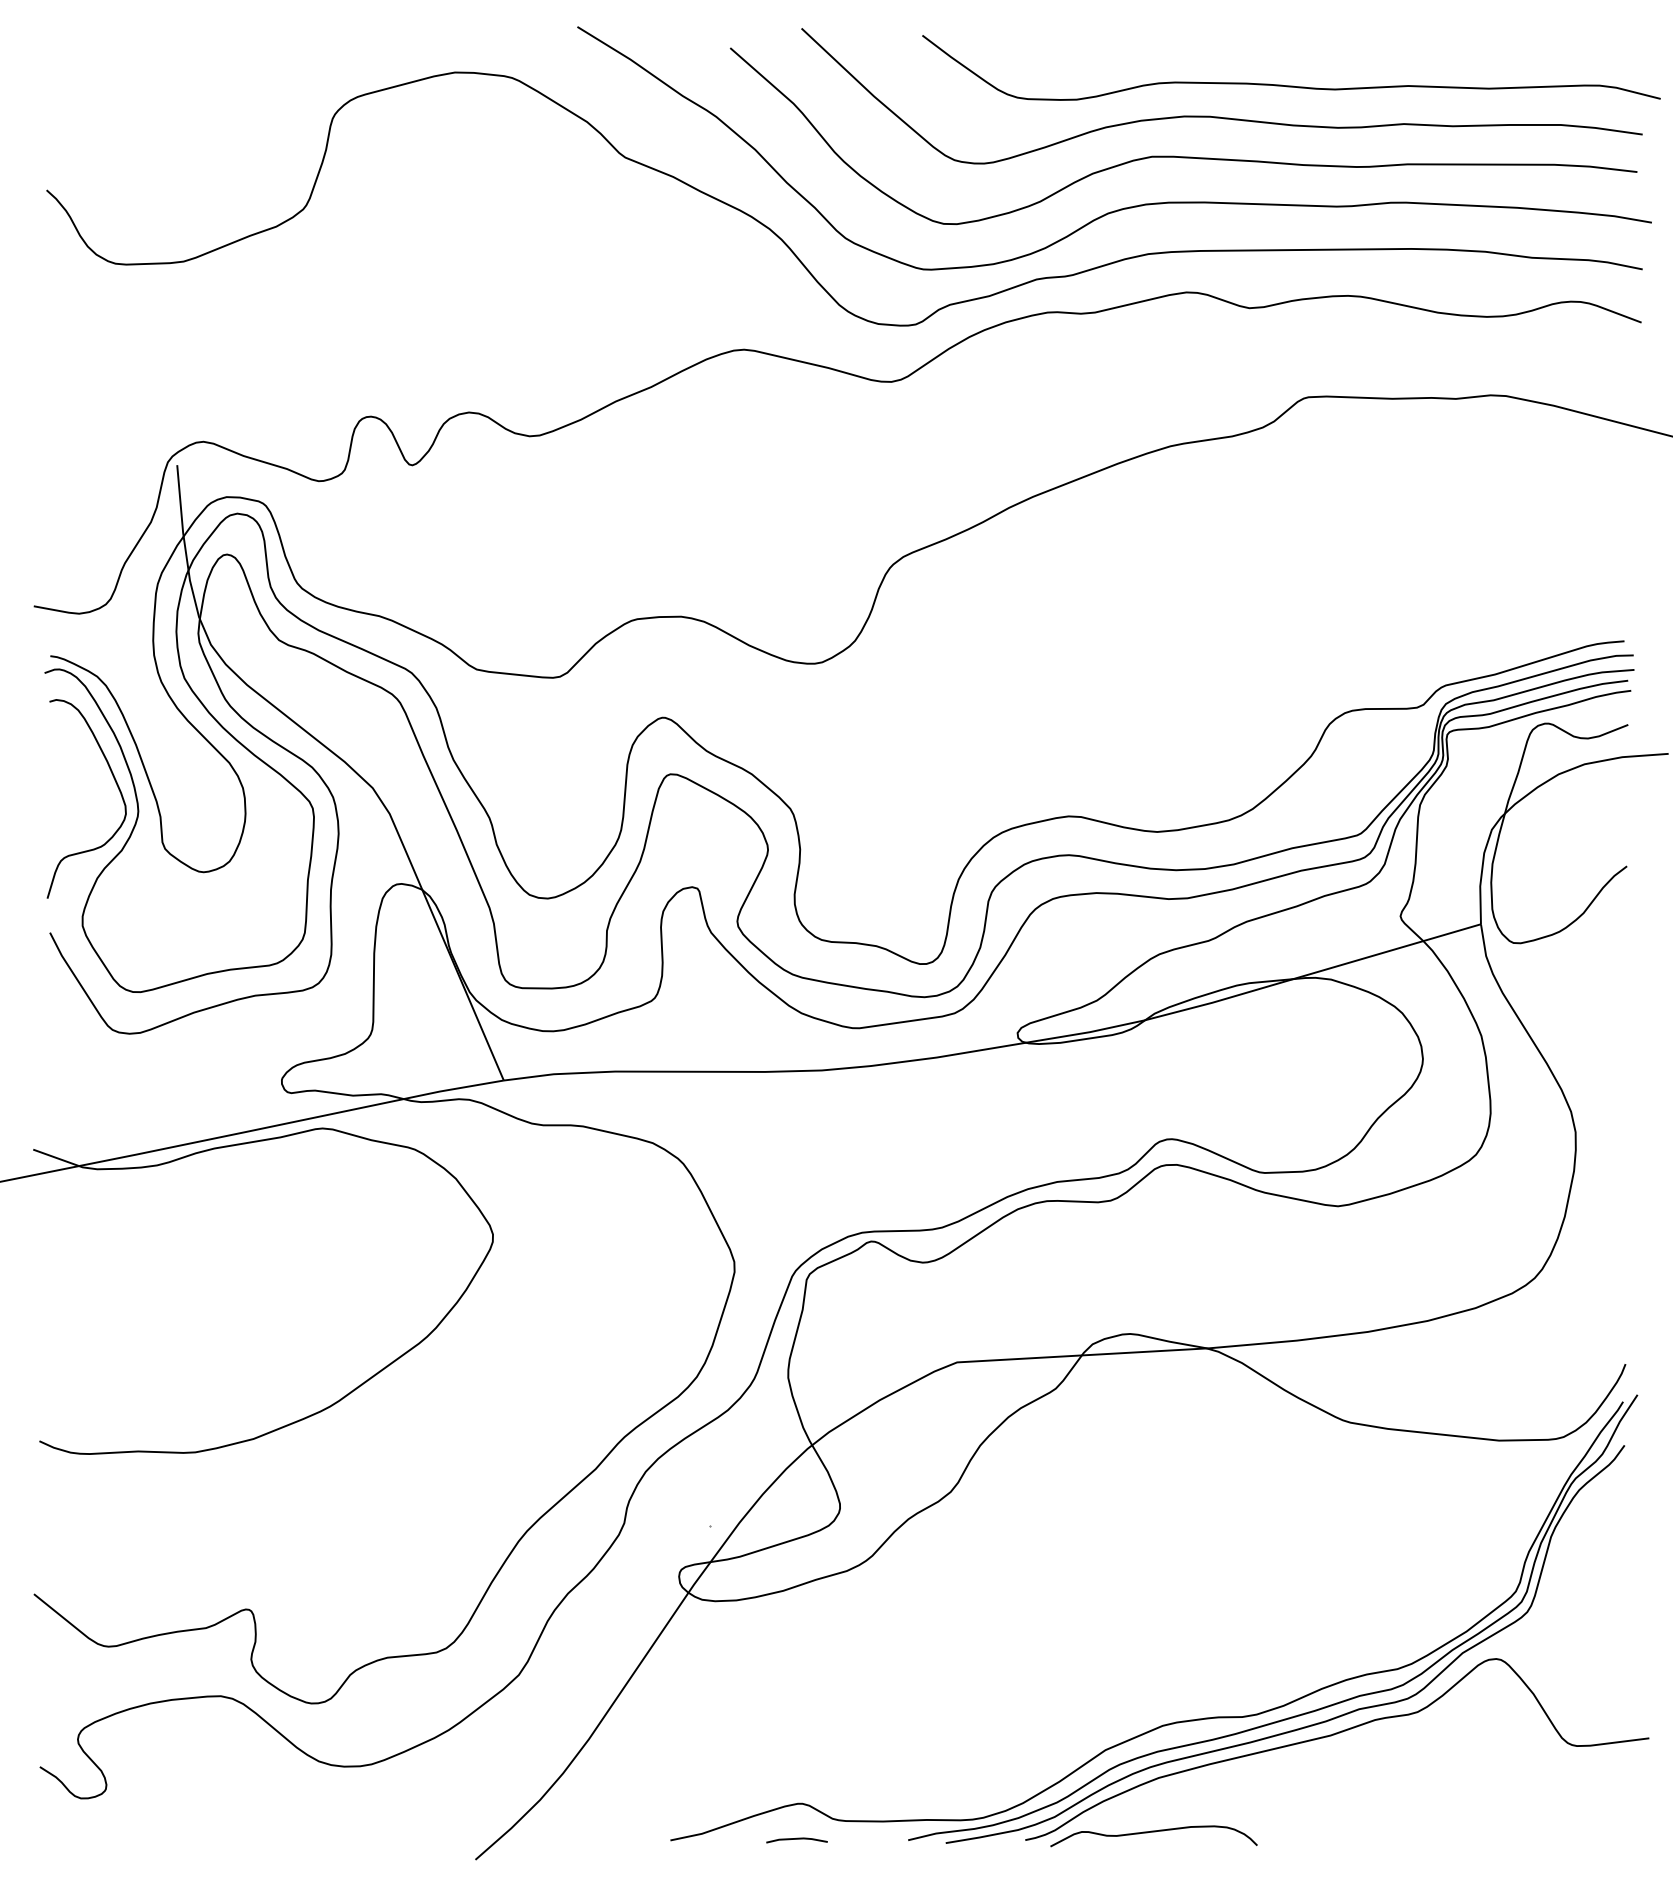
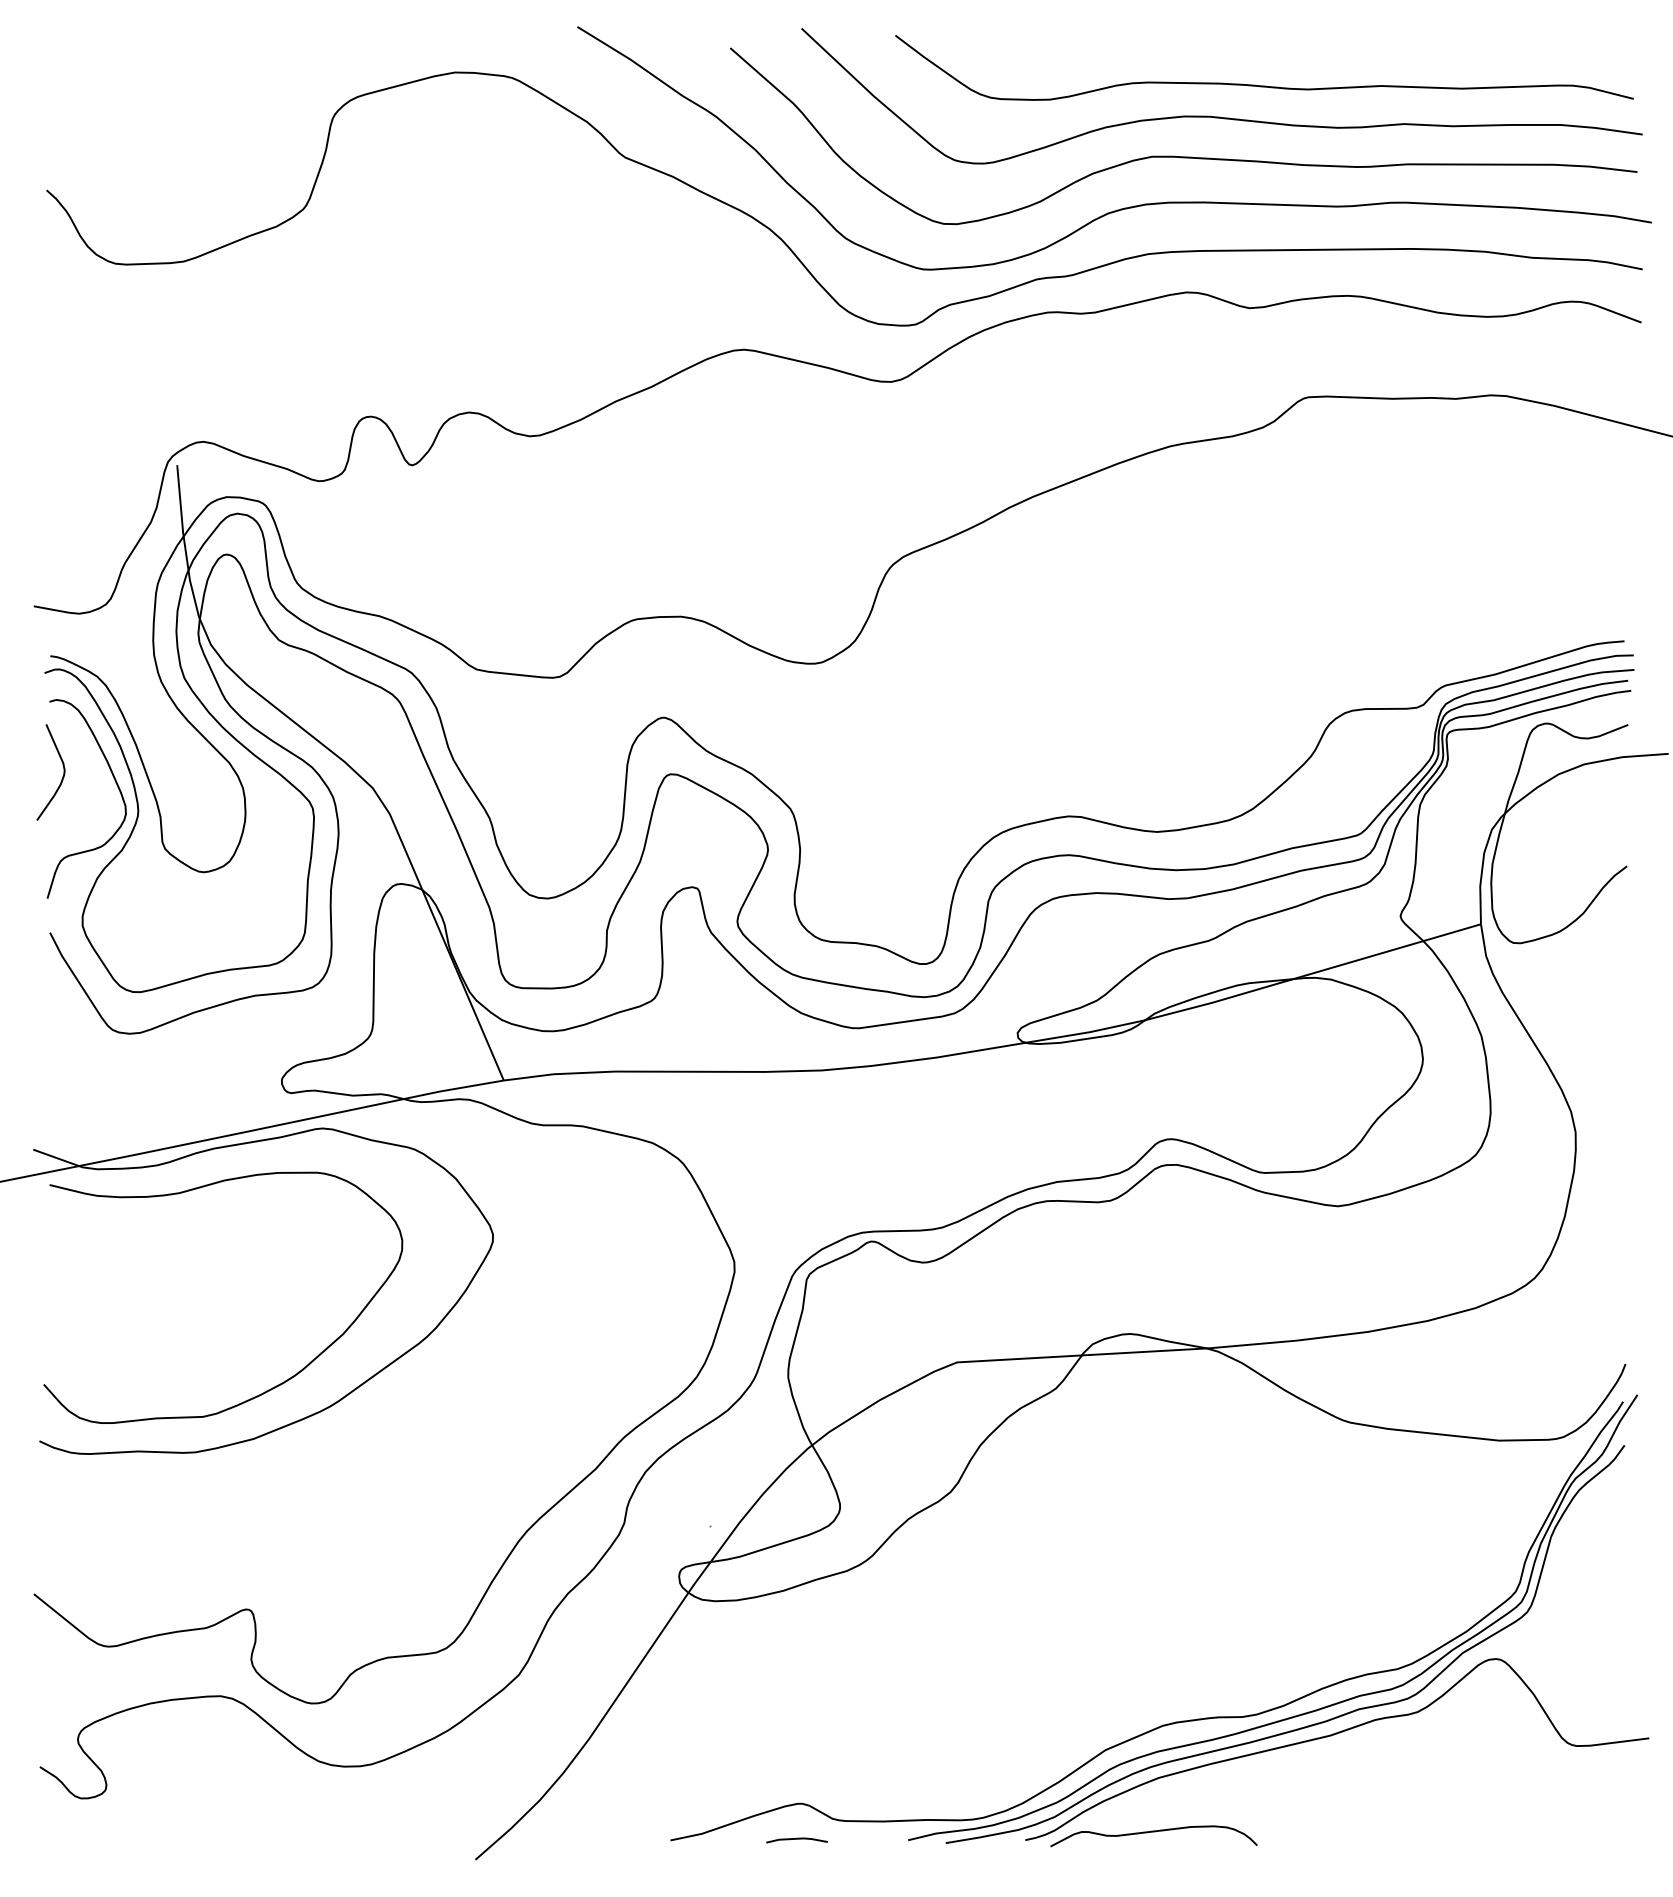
curve at (1291, 85) position: (1291, 85) -> (1264, 85)
curve at (62, 776): none -> present
curve at (268, 1389): none -> present
